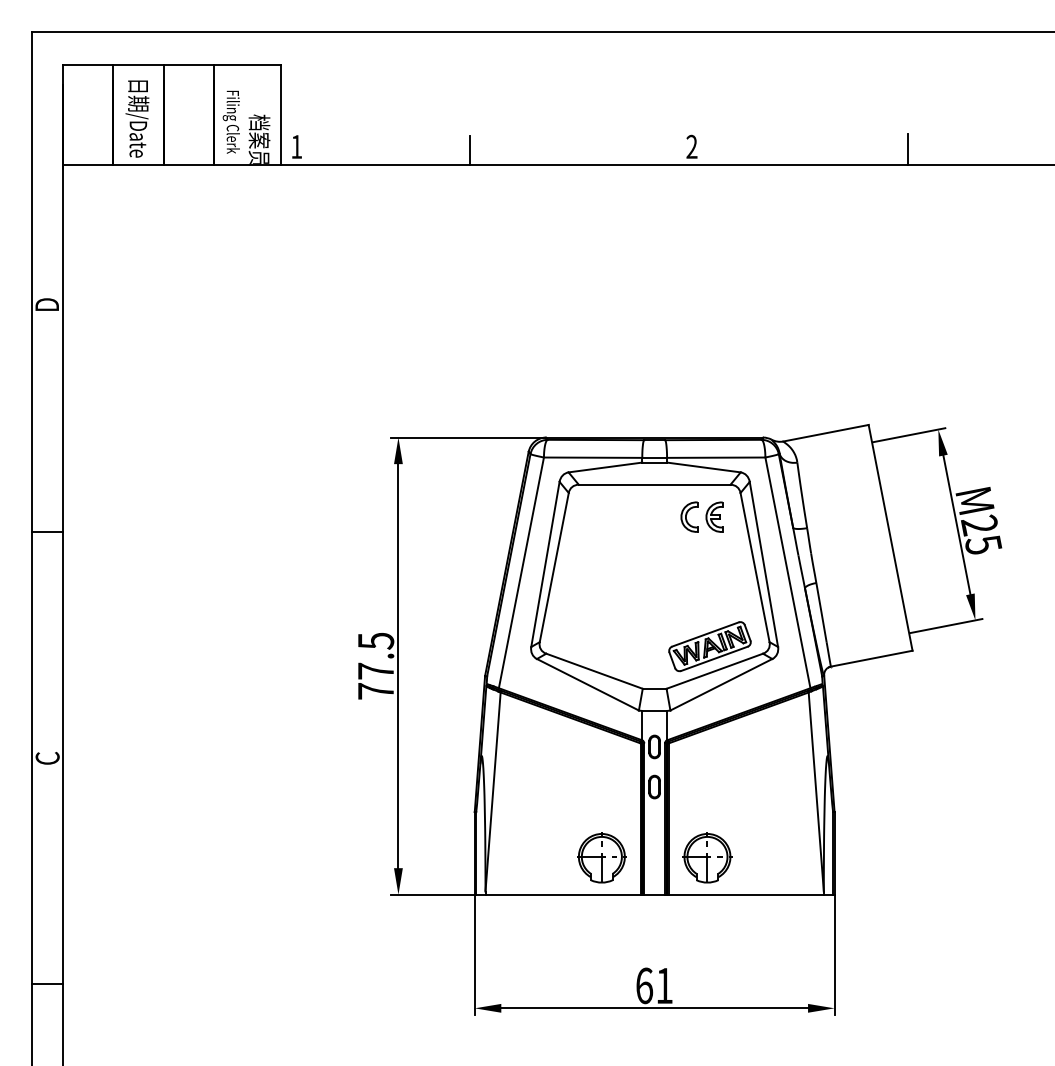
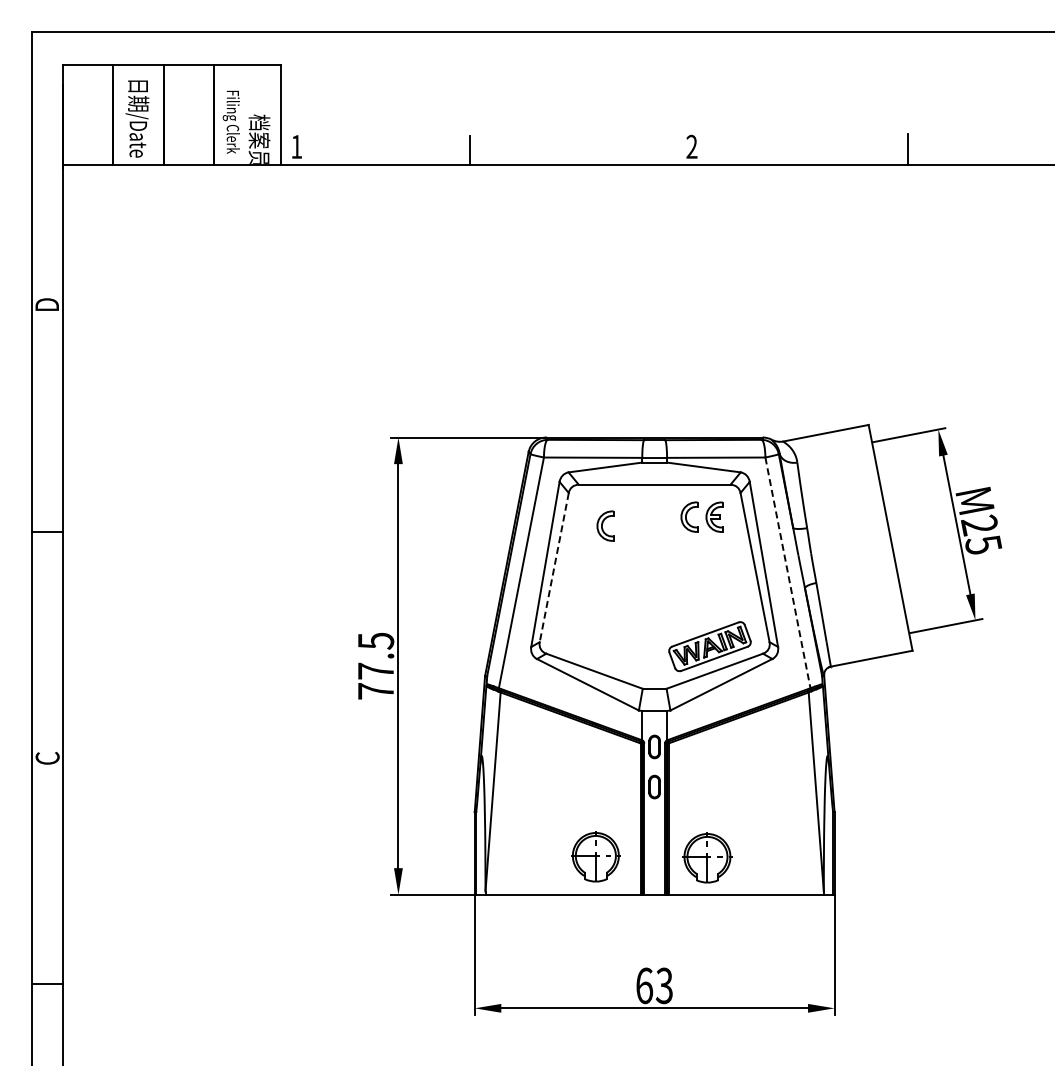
part at (605, 525): none -> present
line at (554, 567): solid -> dashed
line at (787, 572): solid -> dashed
part at (601, 857) position: (601, 857) -> (595, 856)
text at (663, 985): 61 -> 63
